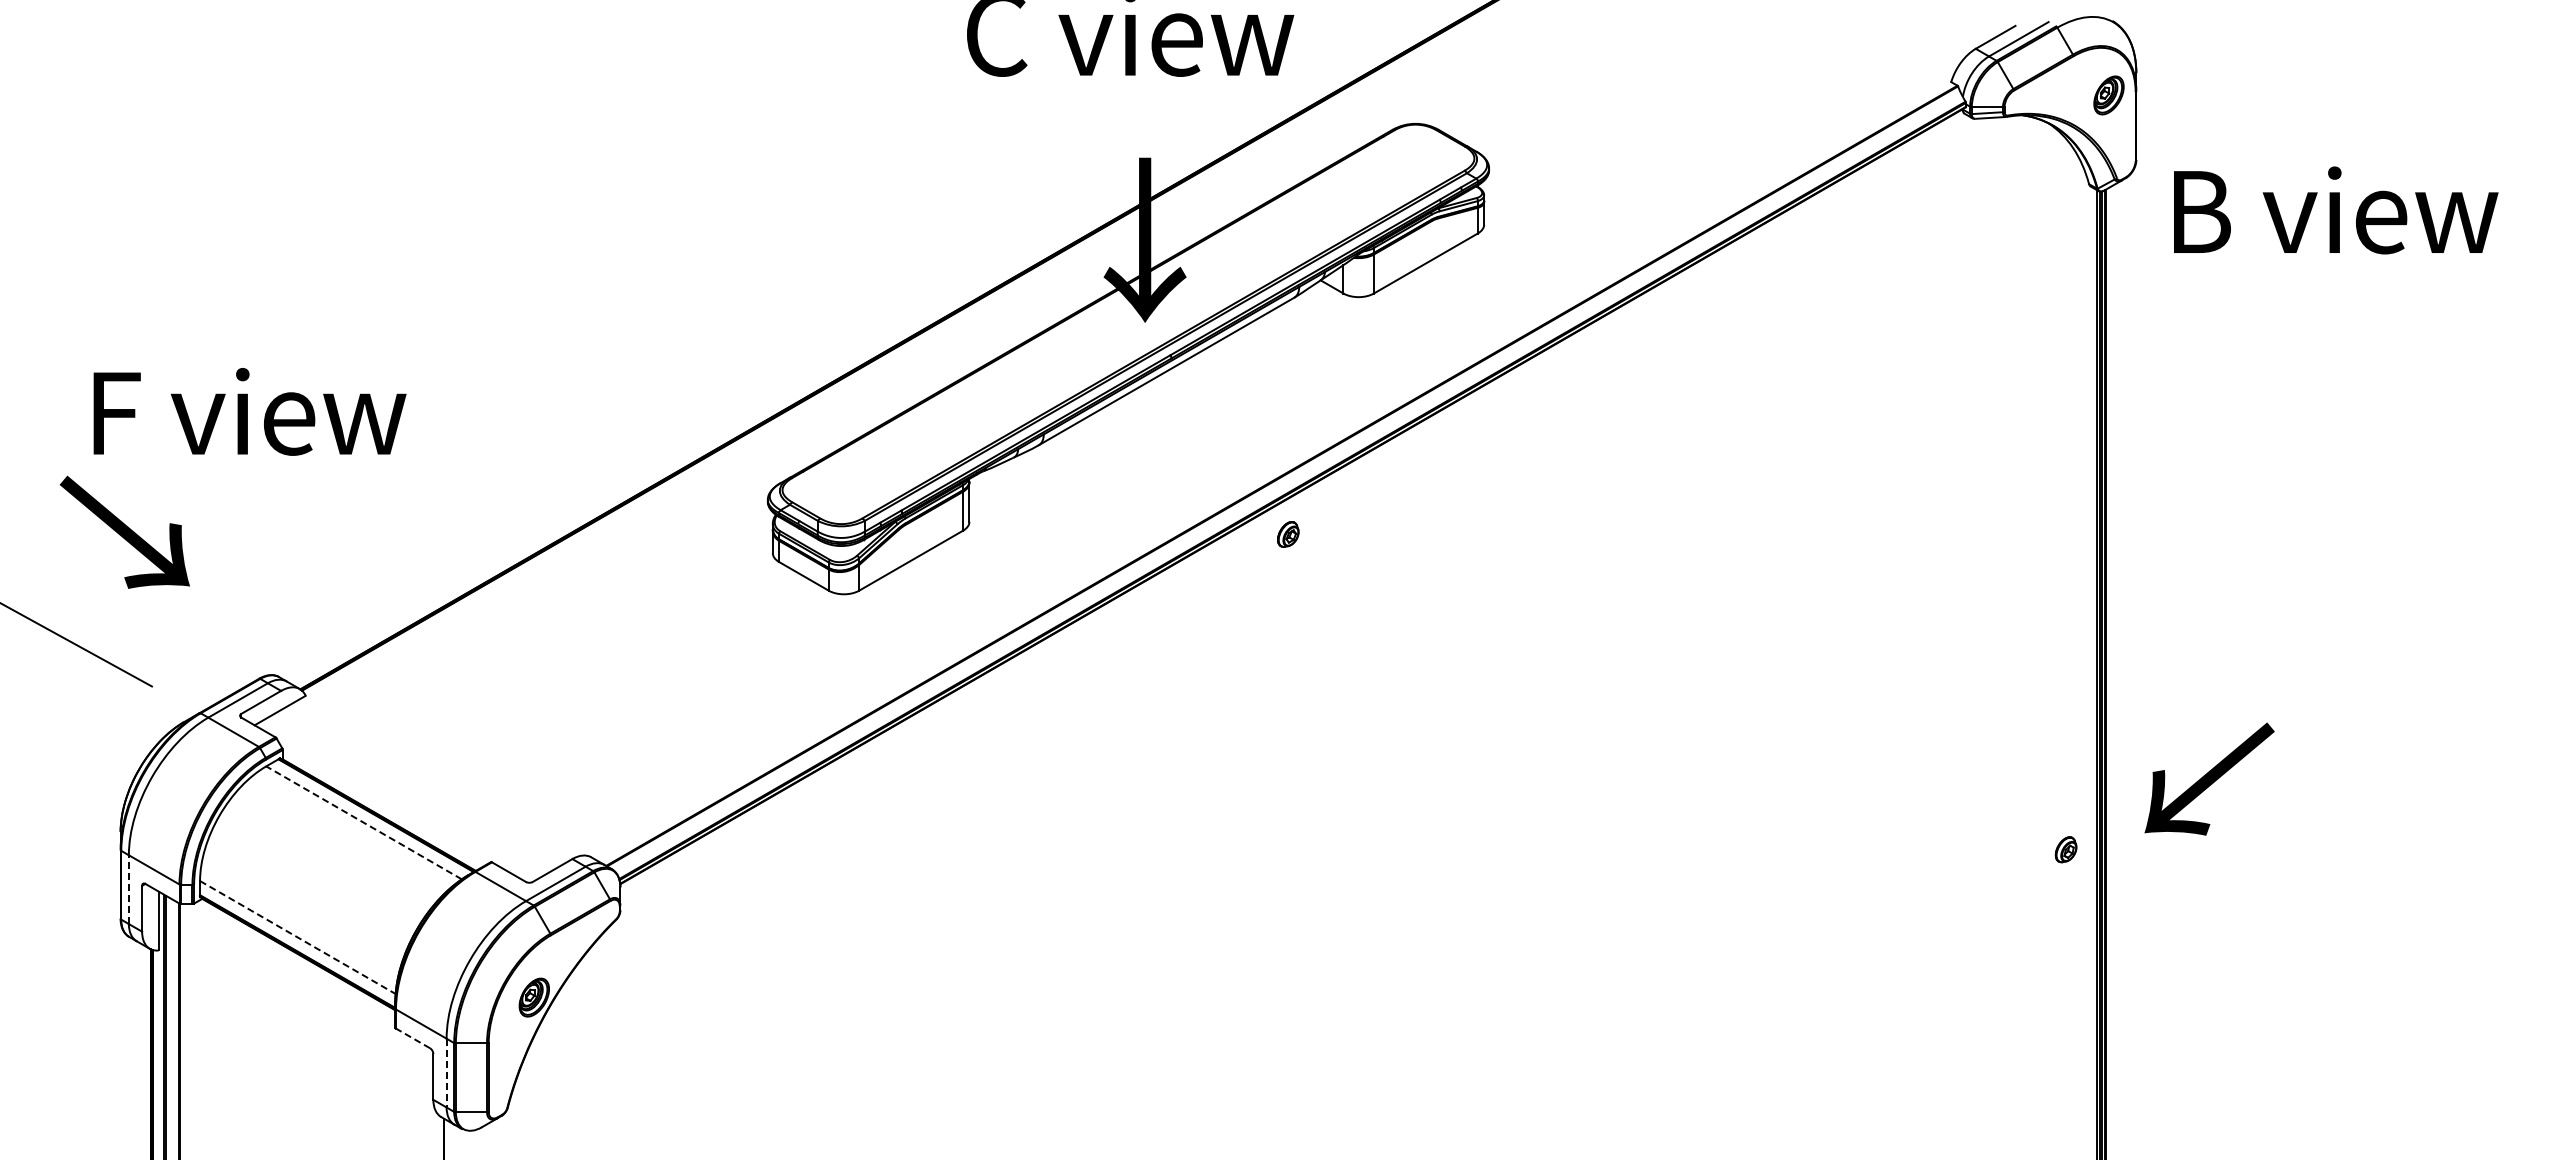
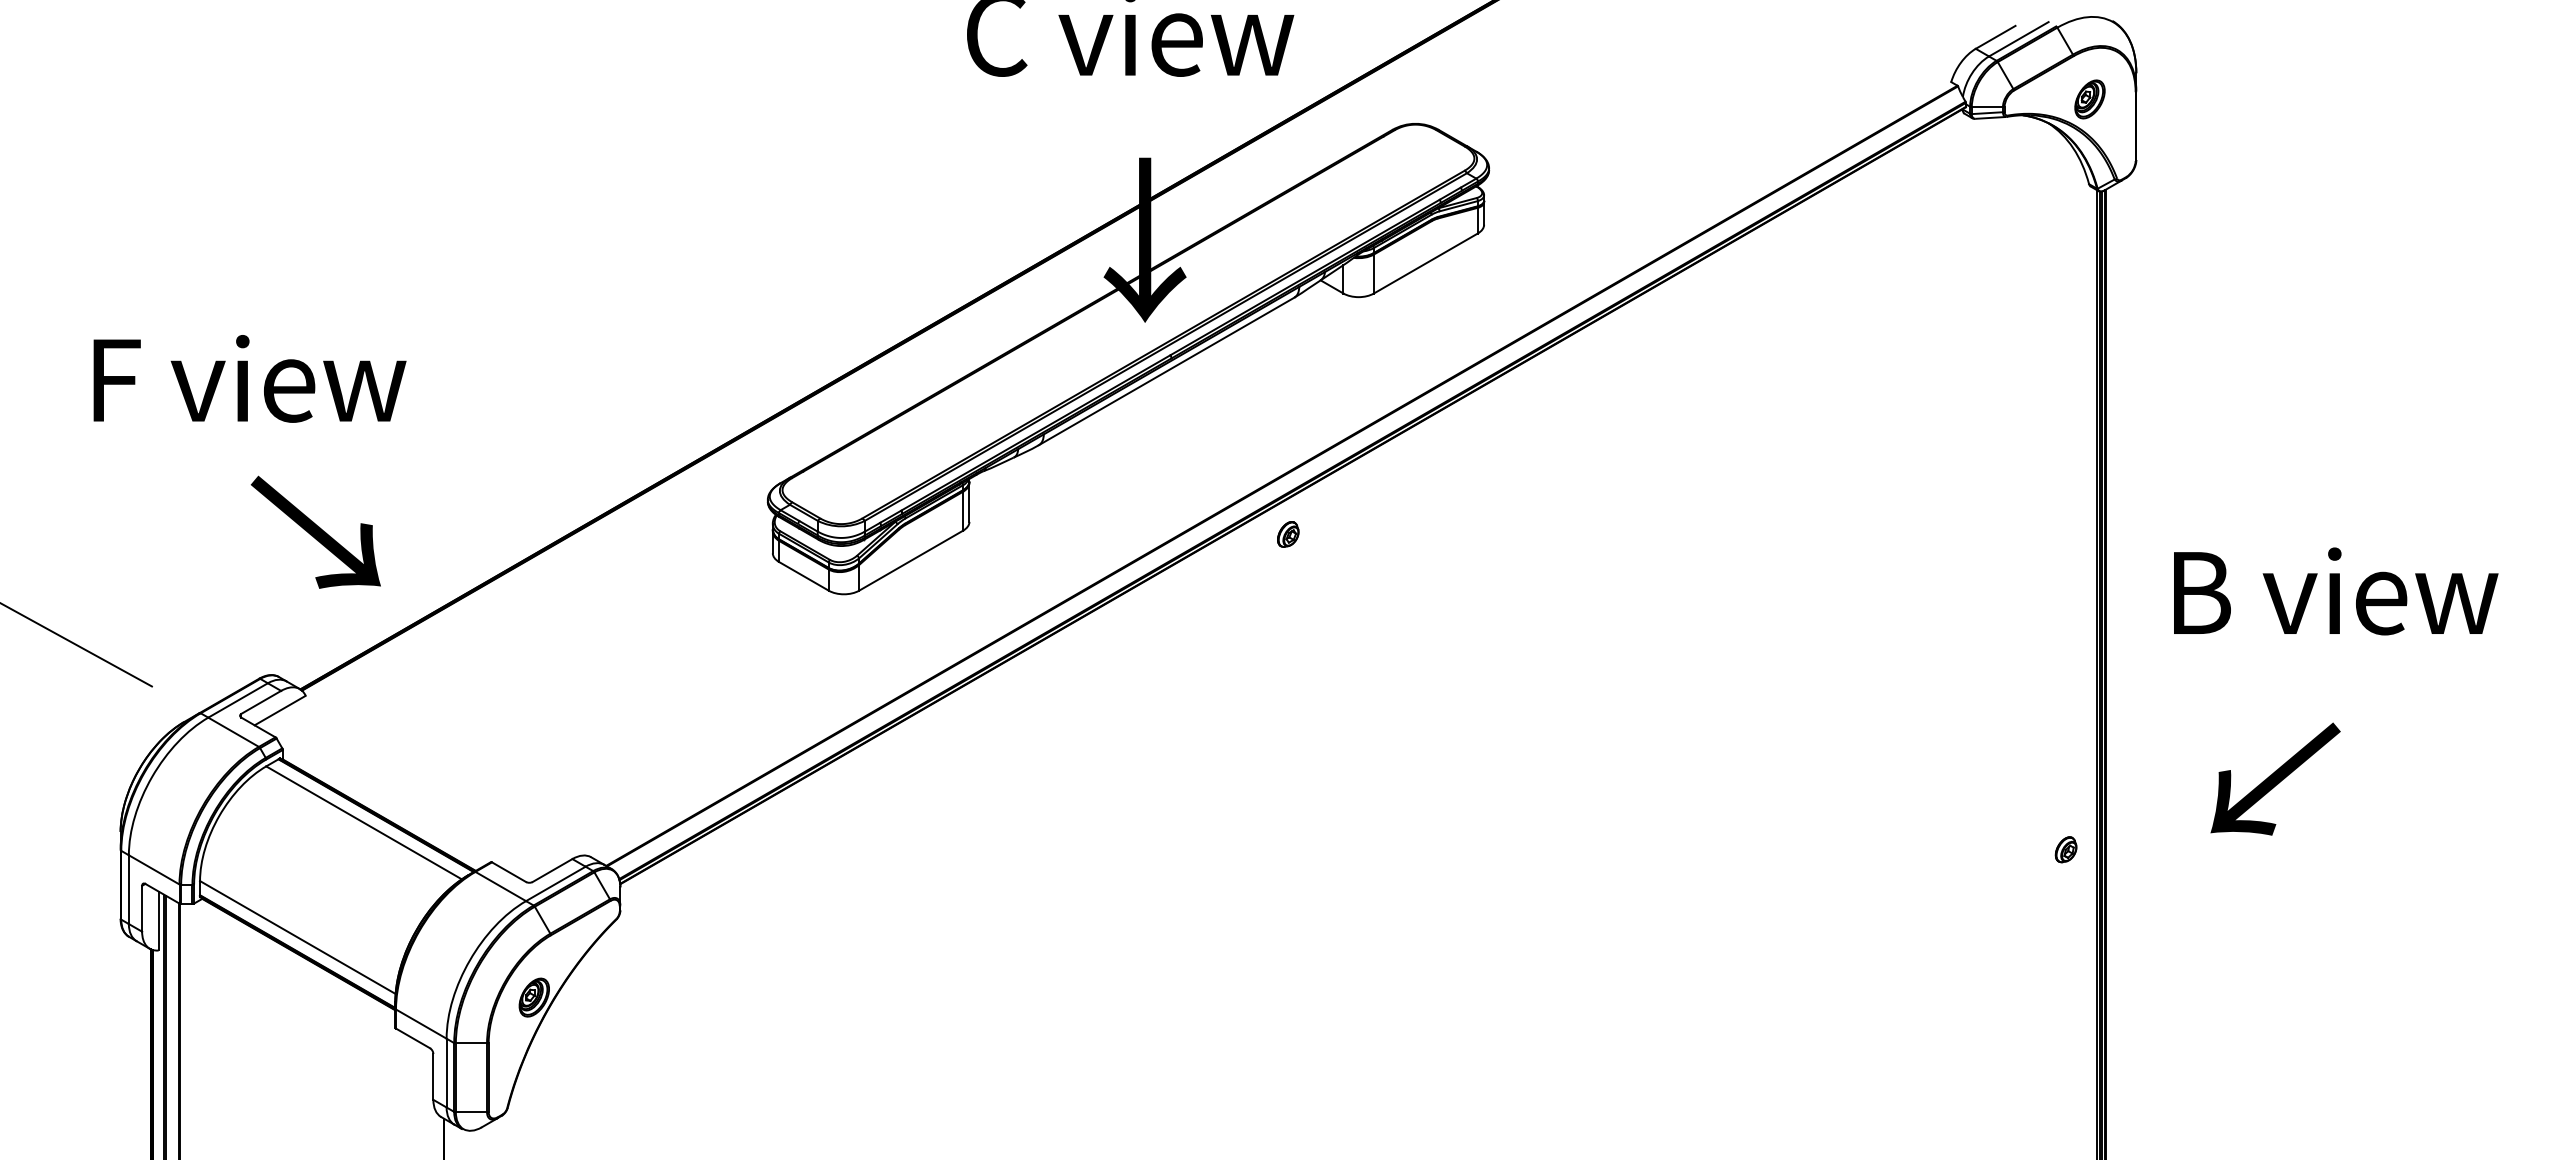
part at (2108, 95) position: (2108, 95) -> (2089, 99)
text at (2336, 210) position: (2336, 210) -> (2336, 591)
text at (249, 411) position: (249, 411) -> (249, 378)
text at (124, 531) position: (124, 531) -> (315, 531)
text at (2209, 778) position: (2209, 778) -> (2275, 778)
line at (364, 822): dashed -> solid
line at (128, 889): dashed -> solid
line at (297, 937): dashed -> solid
line at (413, 1038): dashed -> solid
line at (446, 1073): dashed -> solid
